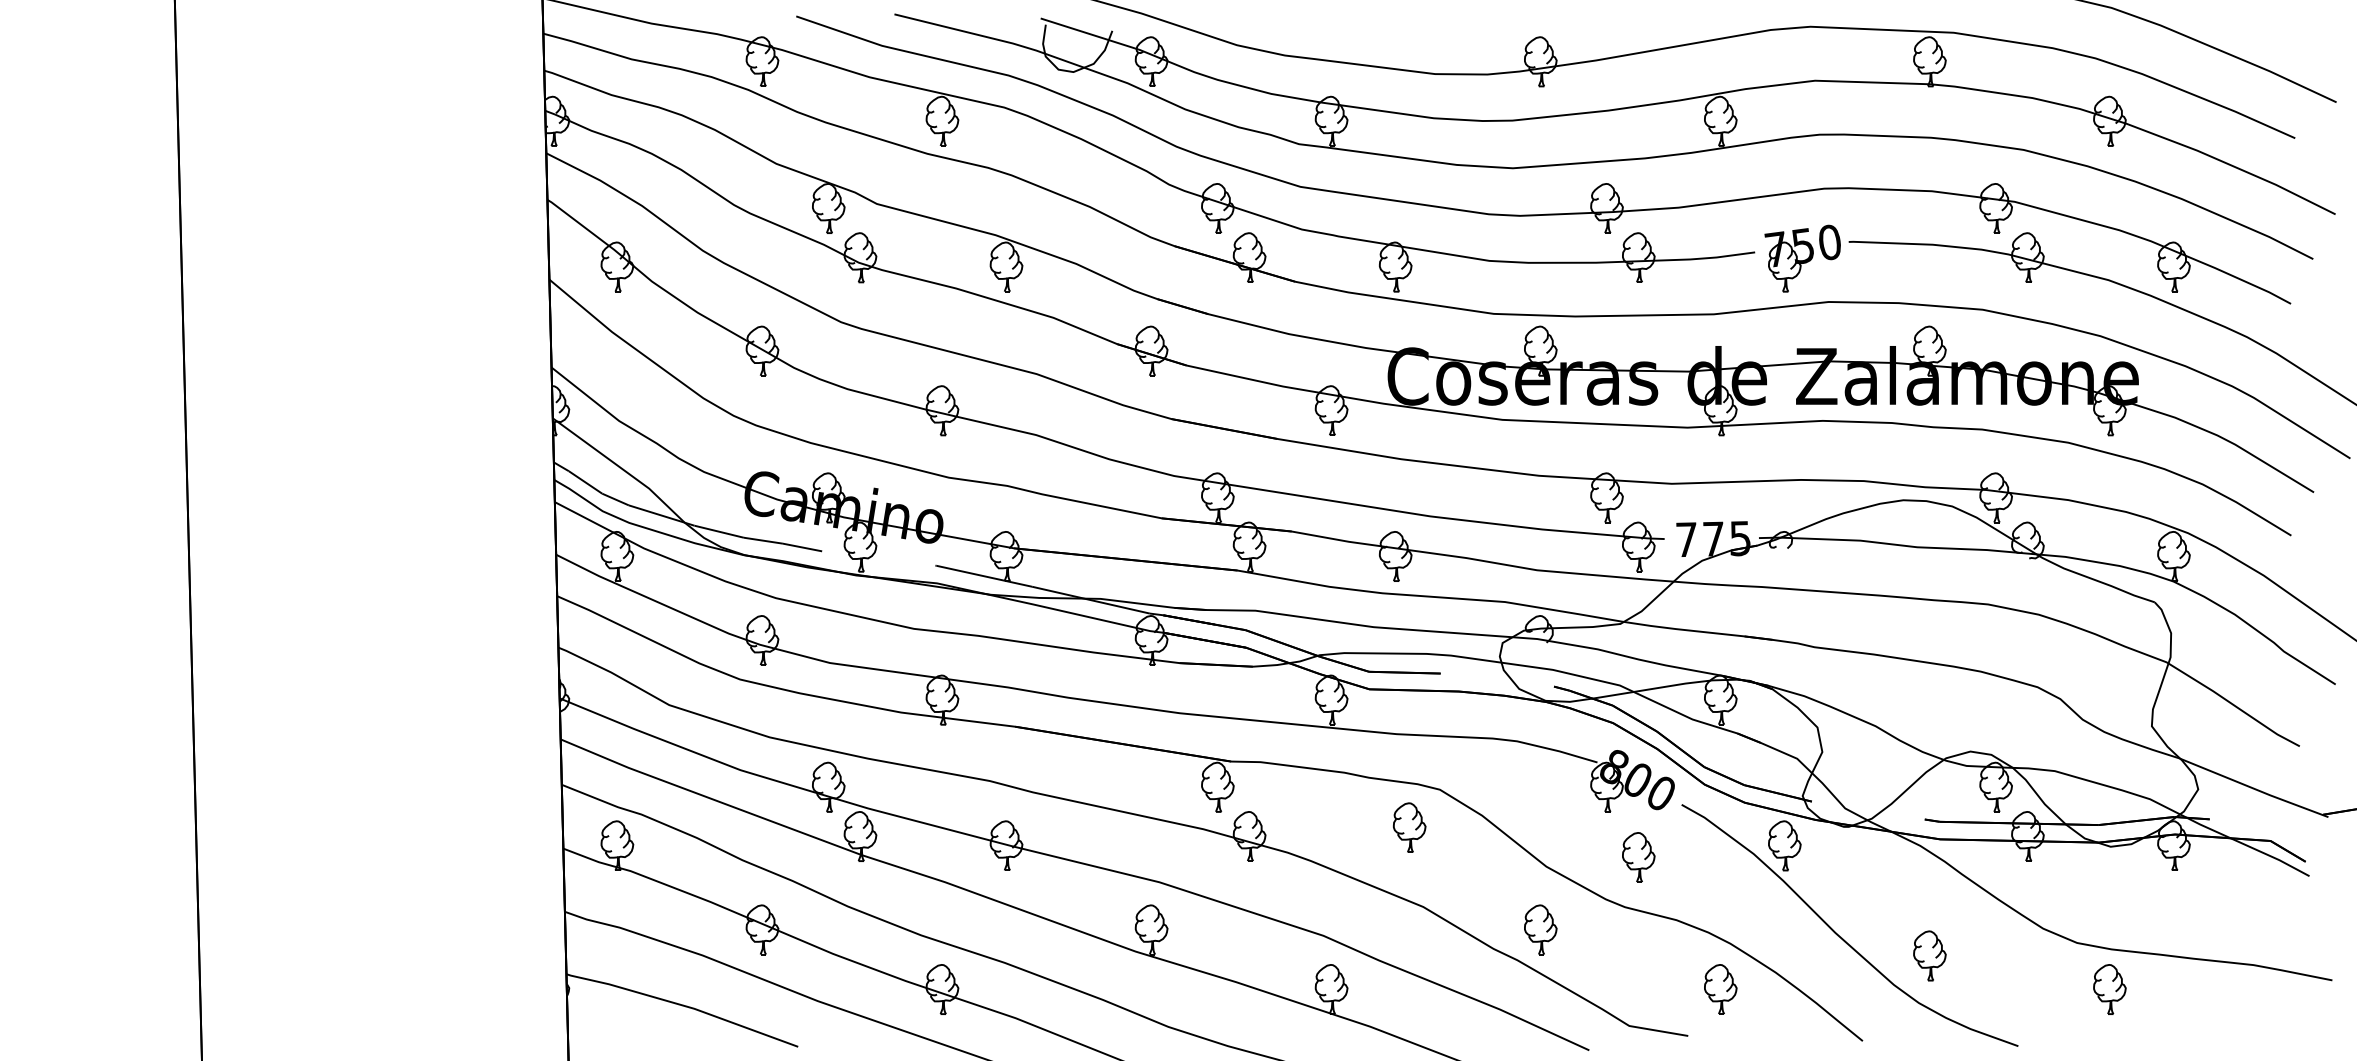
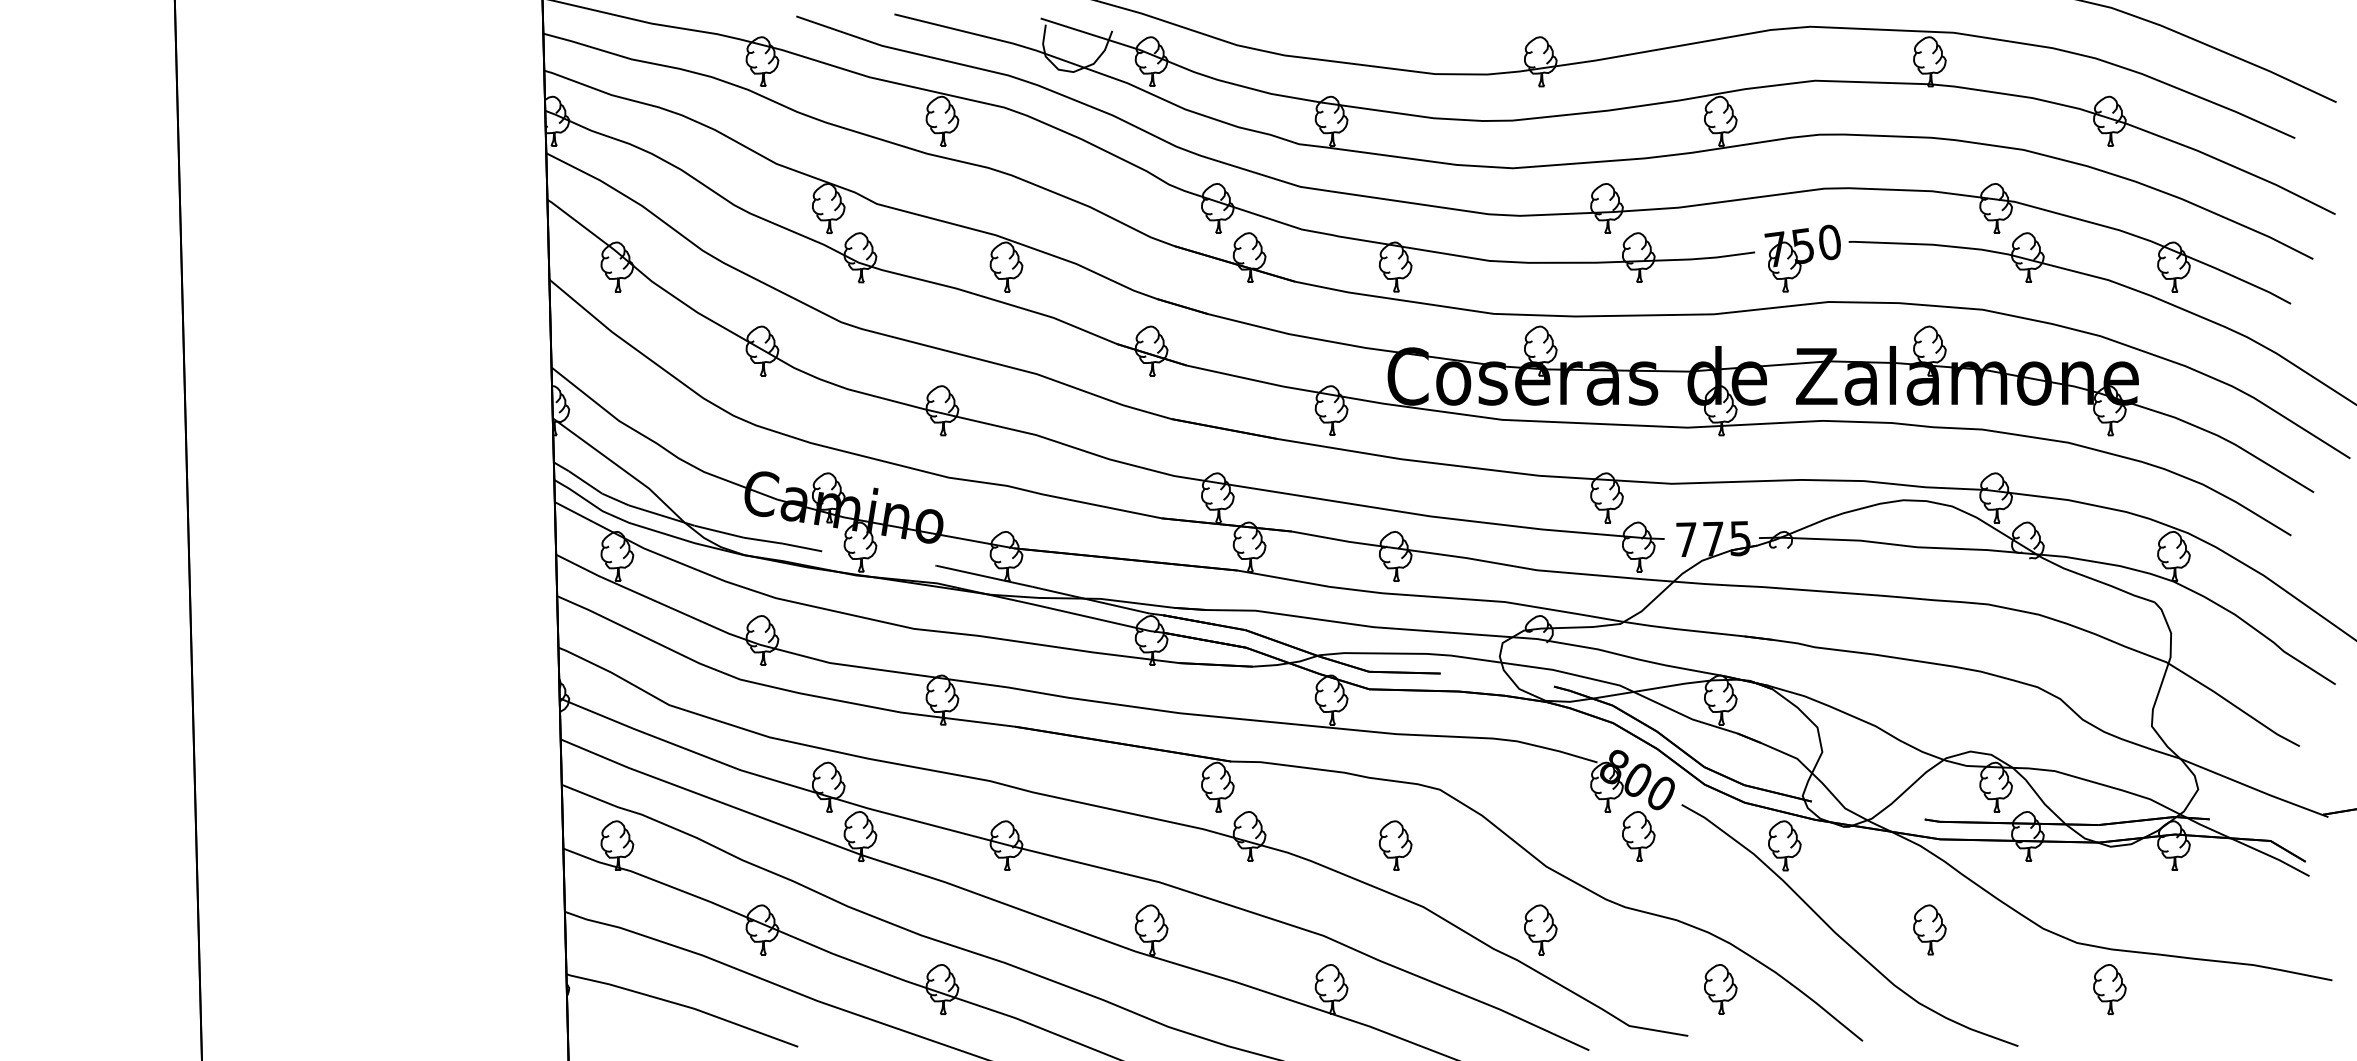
part at (1409, 827) position: (1409, 827) -> (1395, 845)
part at (1638, 857) position: (1638, 857) -> (1638, 836)
part at (1929, 955) position: (1929, 955) -> (1929, 929)
